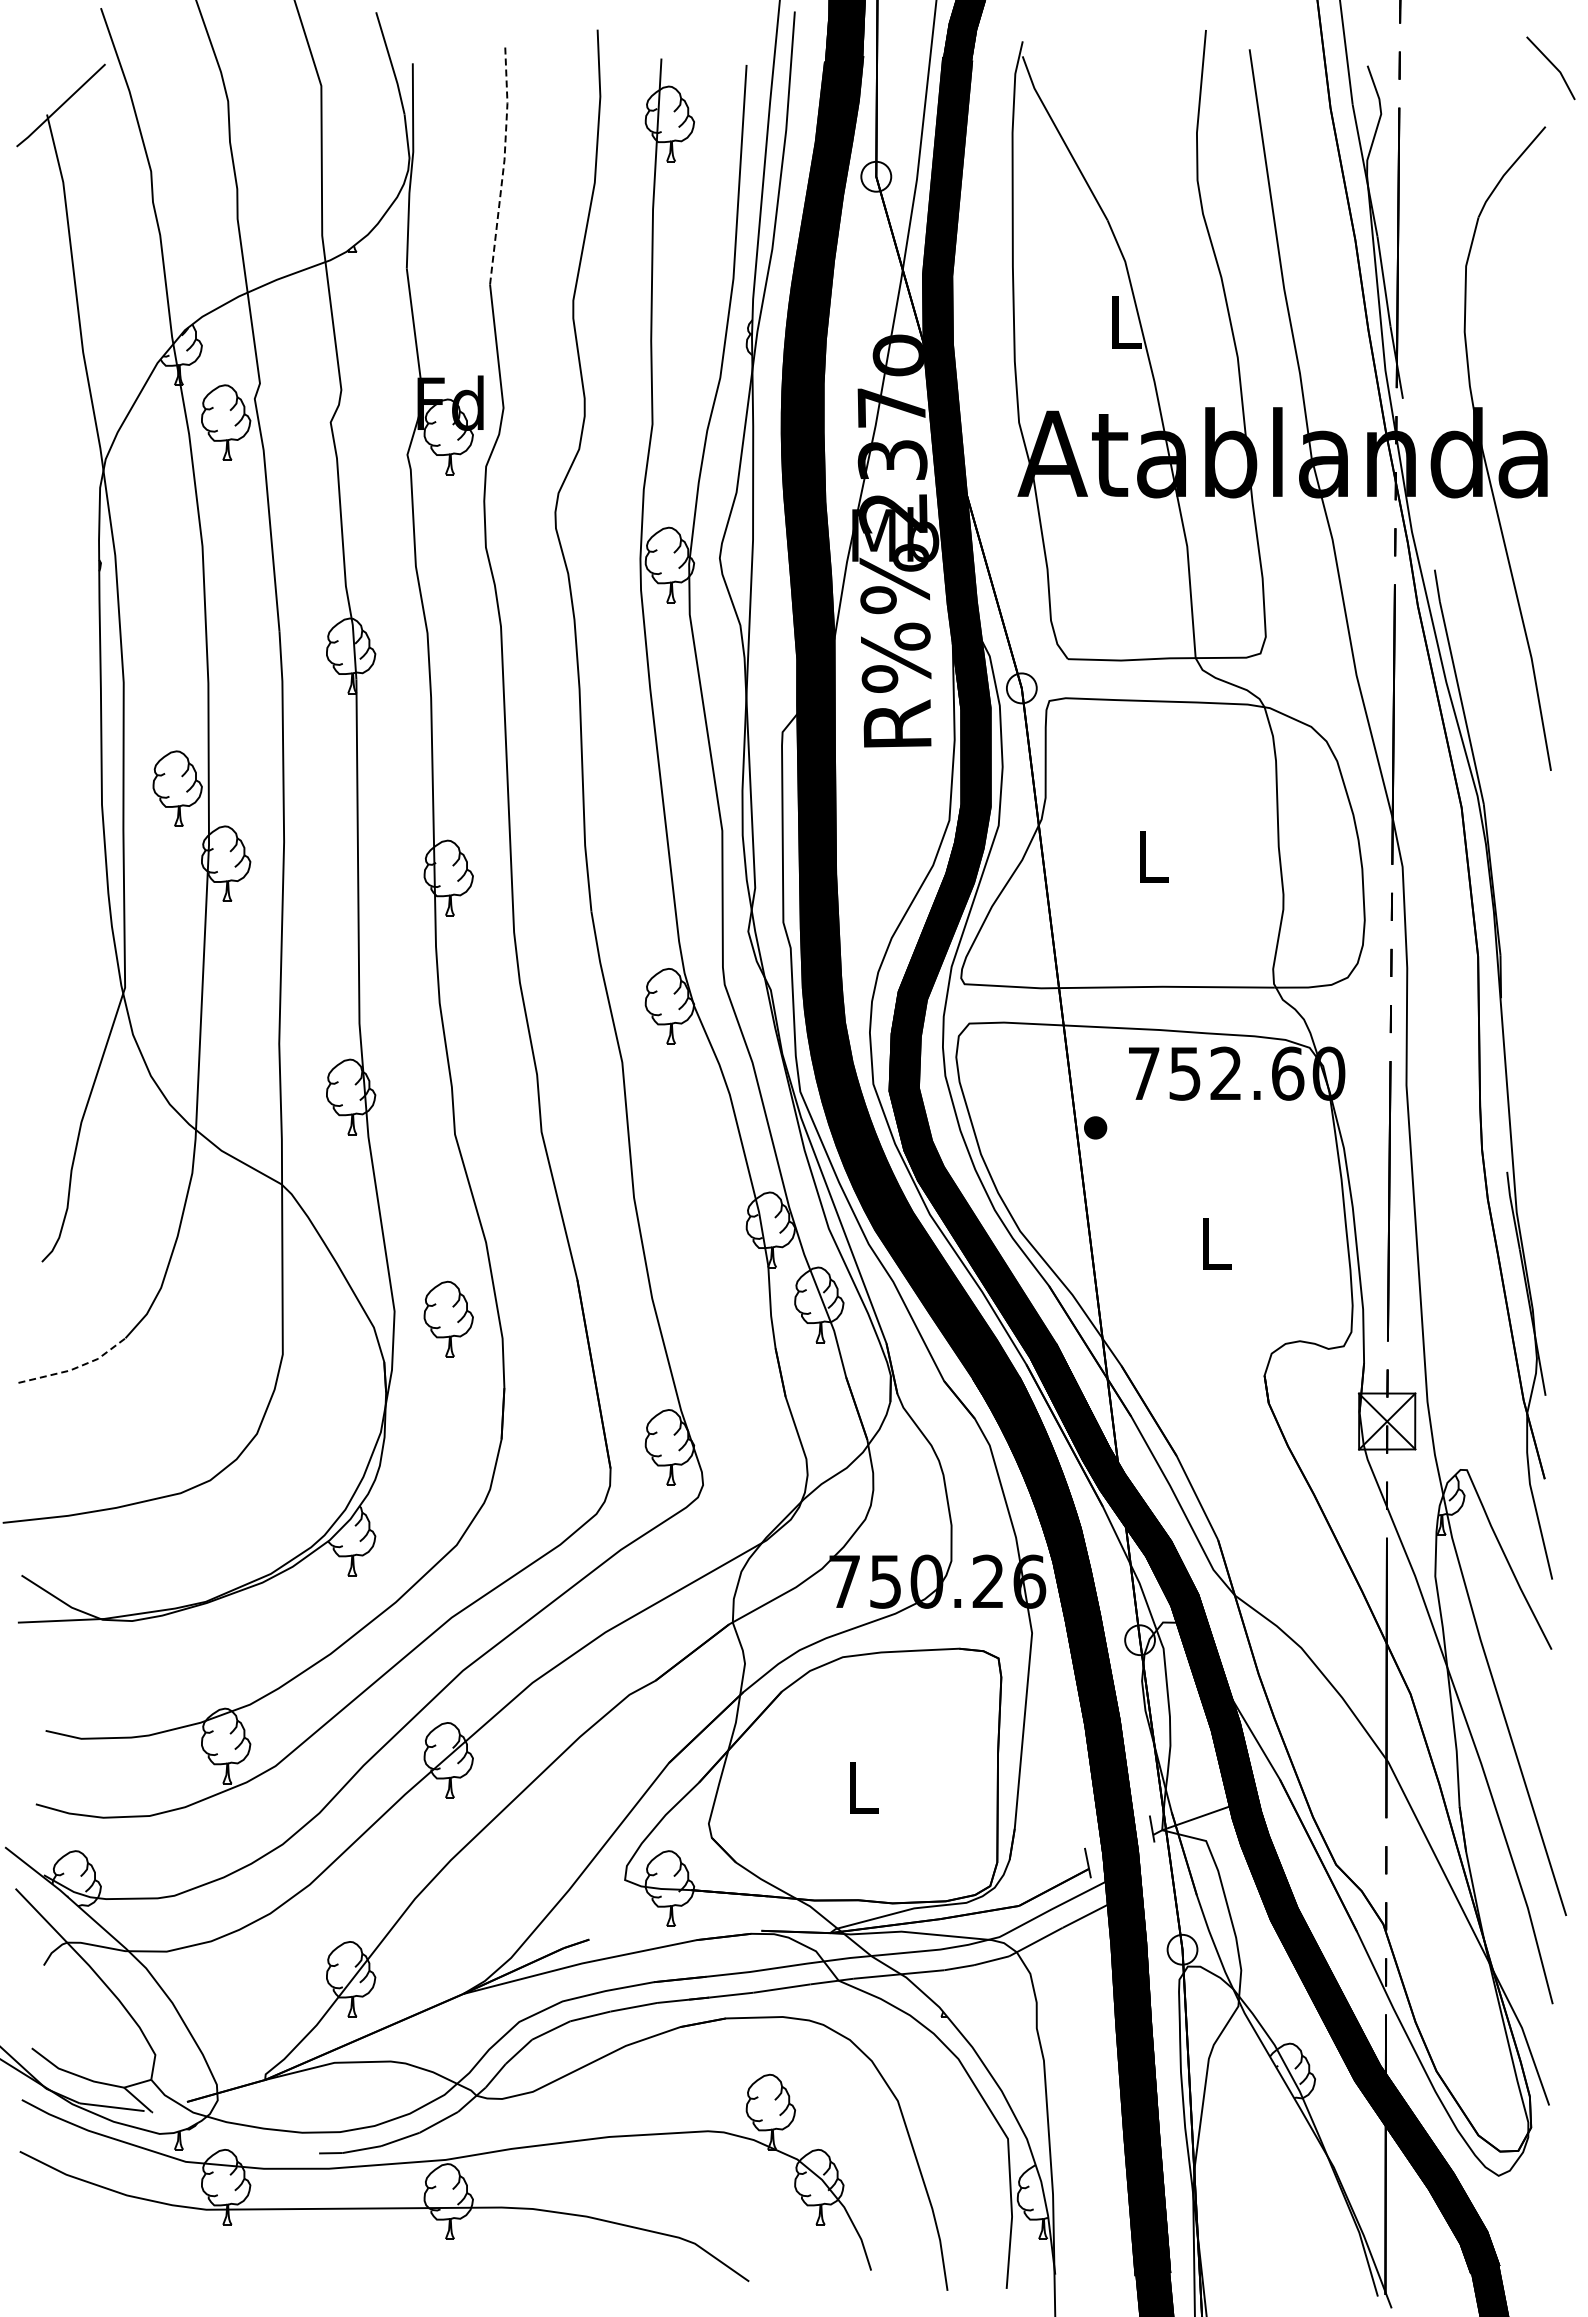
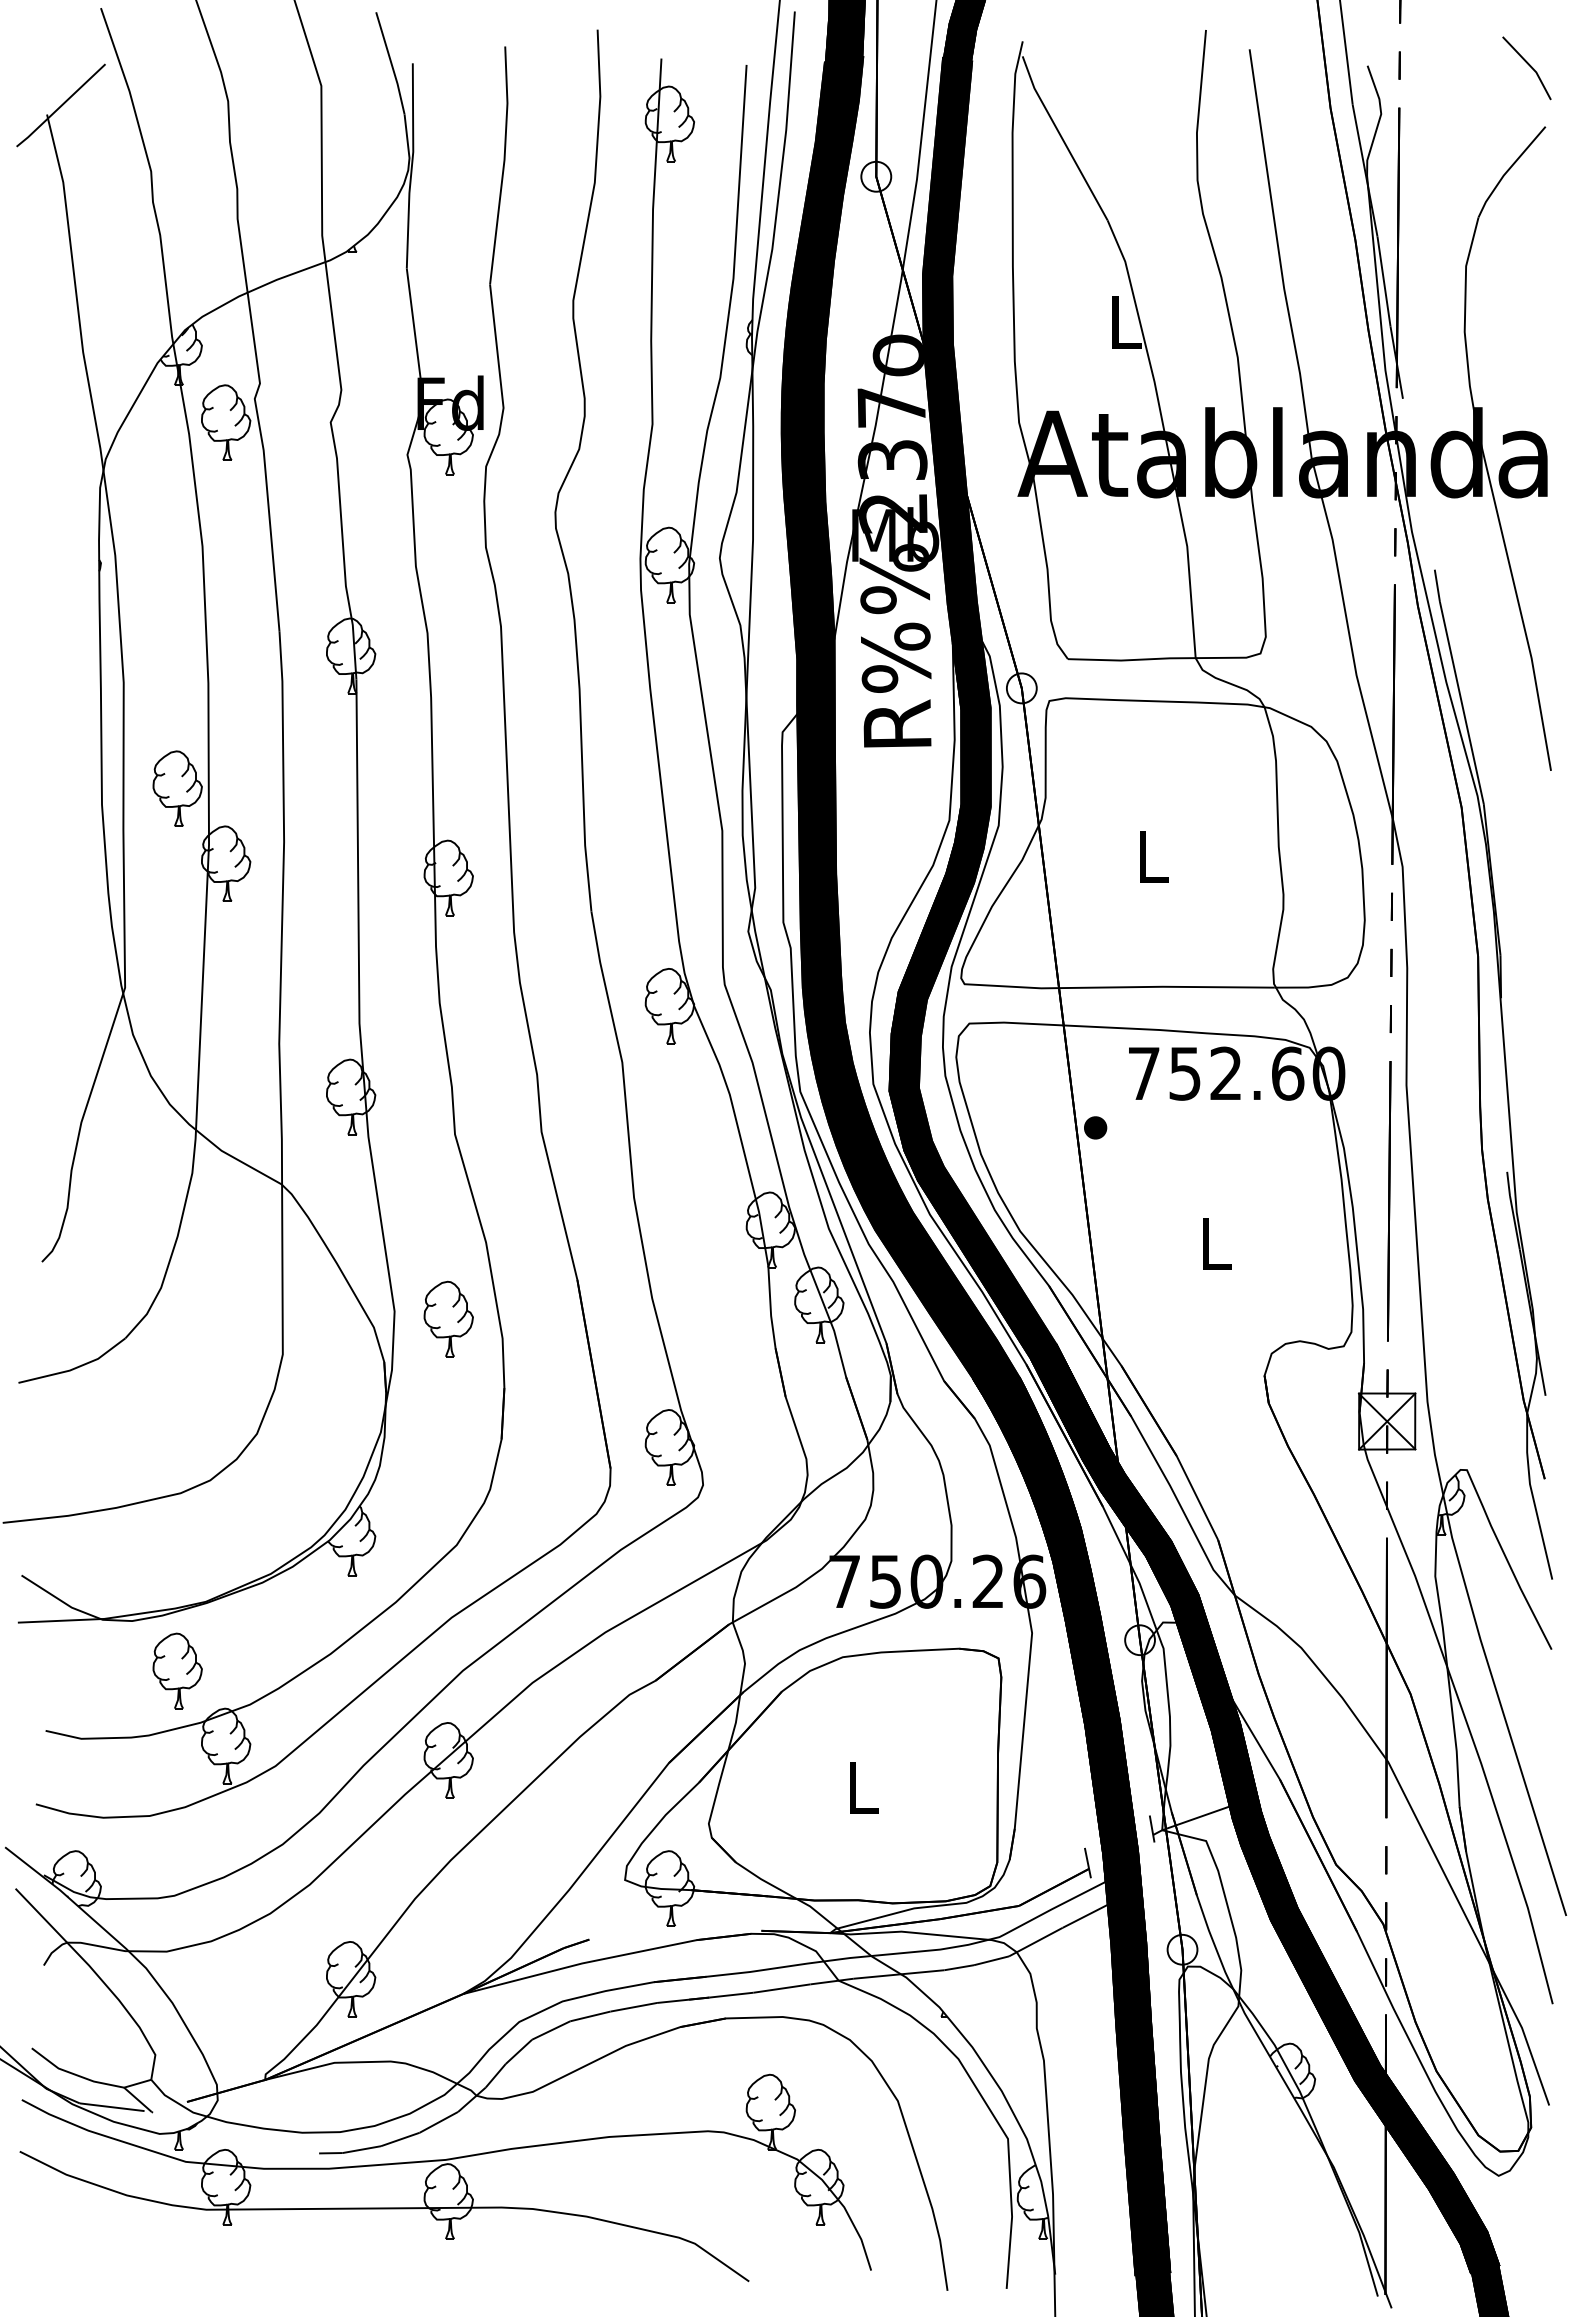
line at (1552, 65) position: (1552, 65) -> (1528, 65)
line at (503, 164): dashed -> solid
line at (76, 1367): dashed -> solid
part at (177, 1670): none -> present
